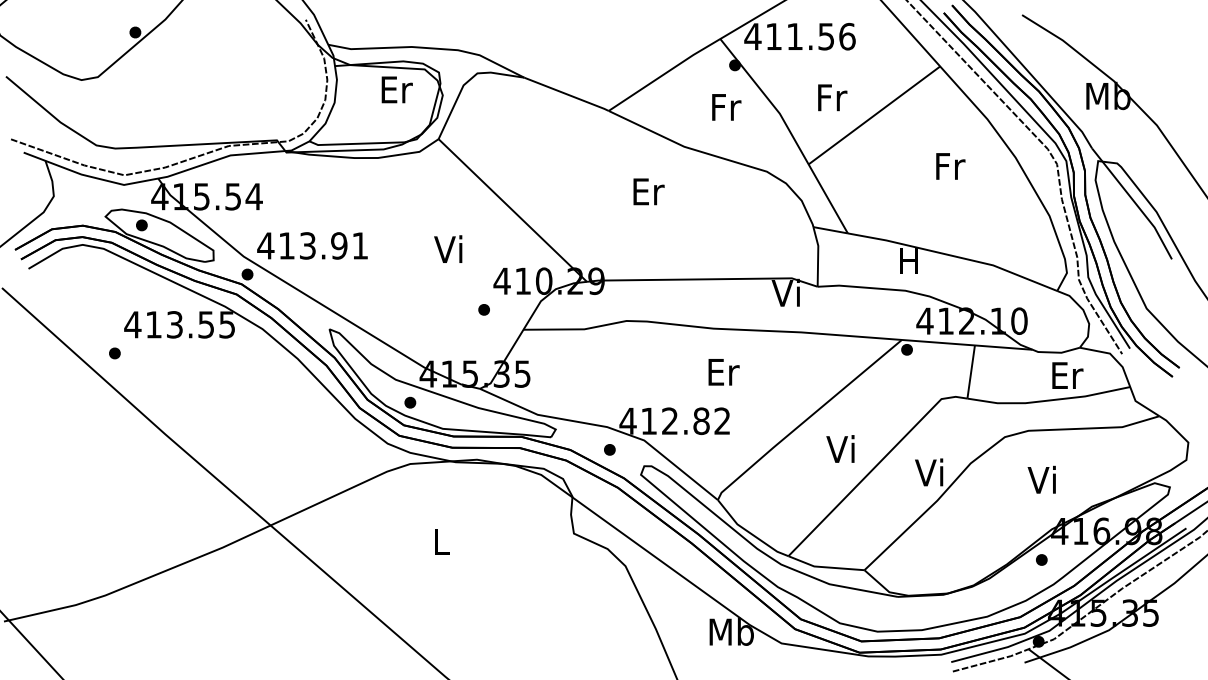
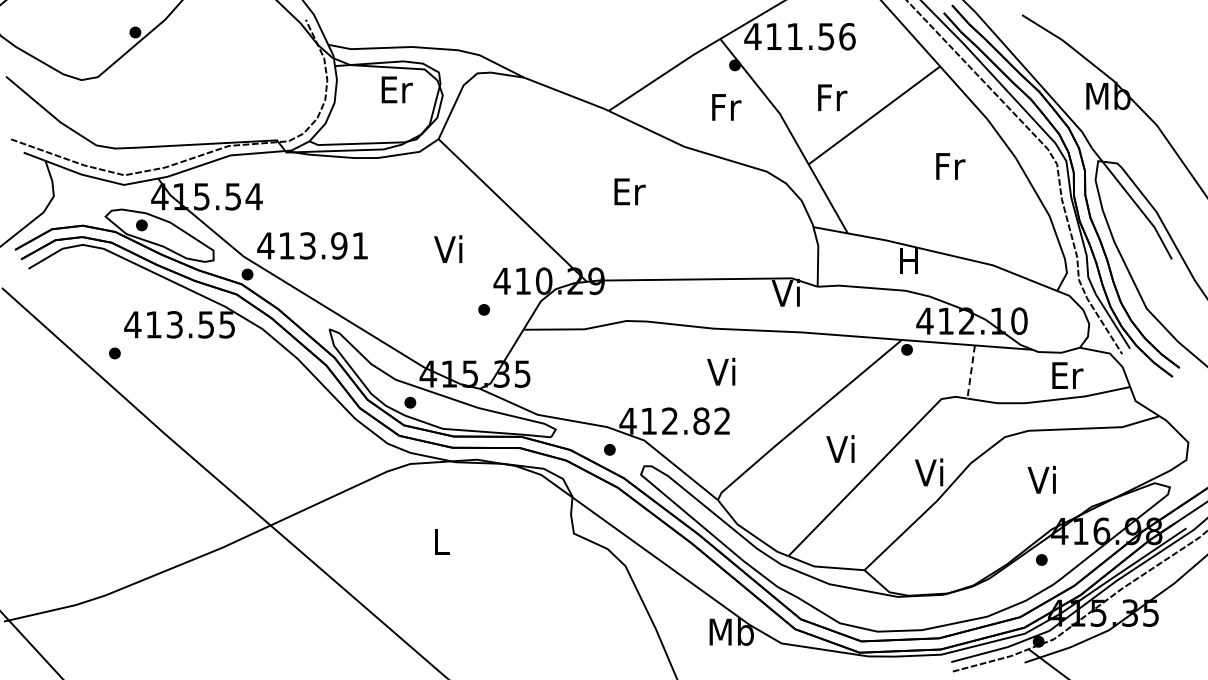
text at (648, 191) position: (648, 191) -> (629, 191)
text at (723, 371): Er -> Vi
line at (971, 372): solid -> dashed
